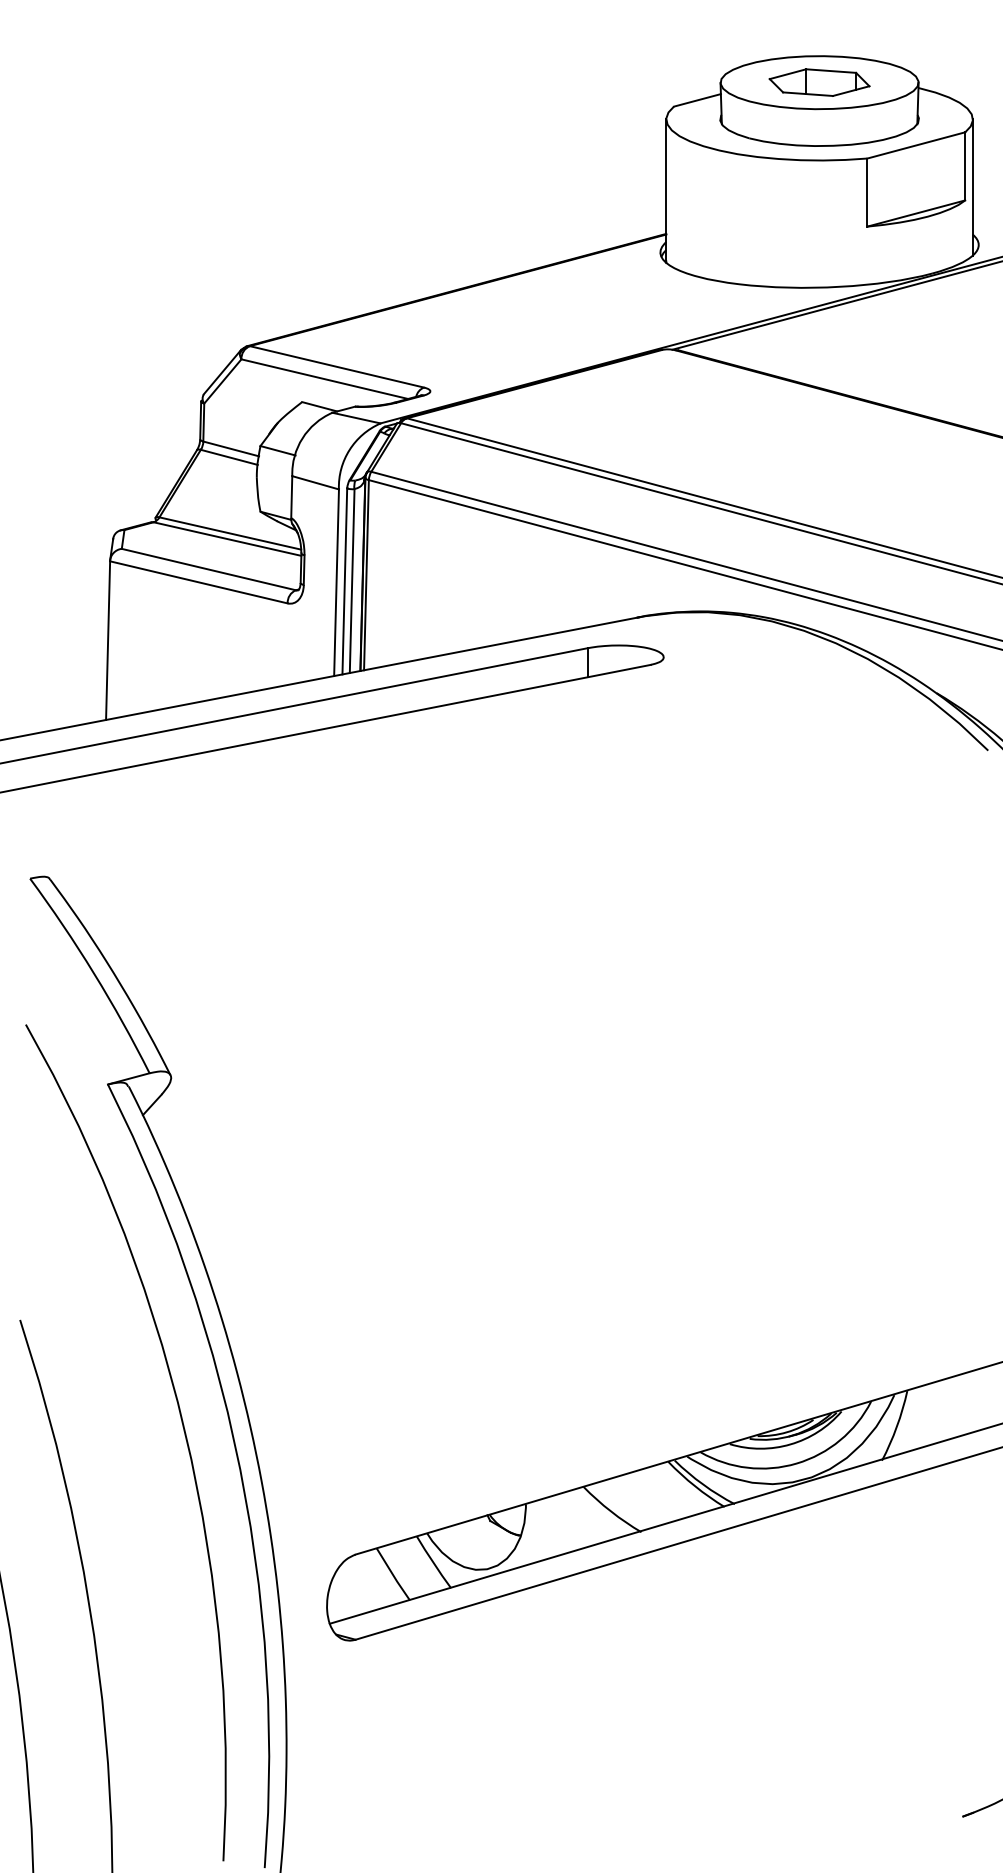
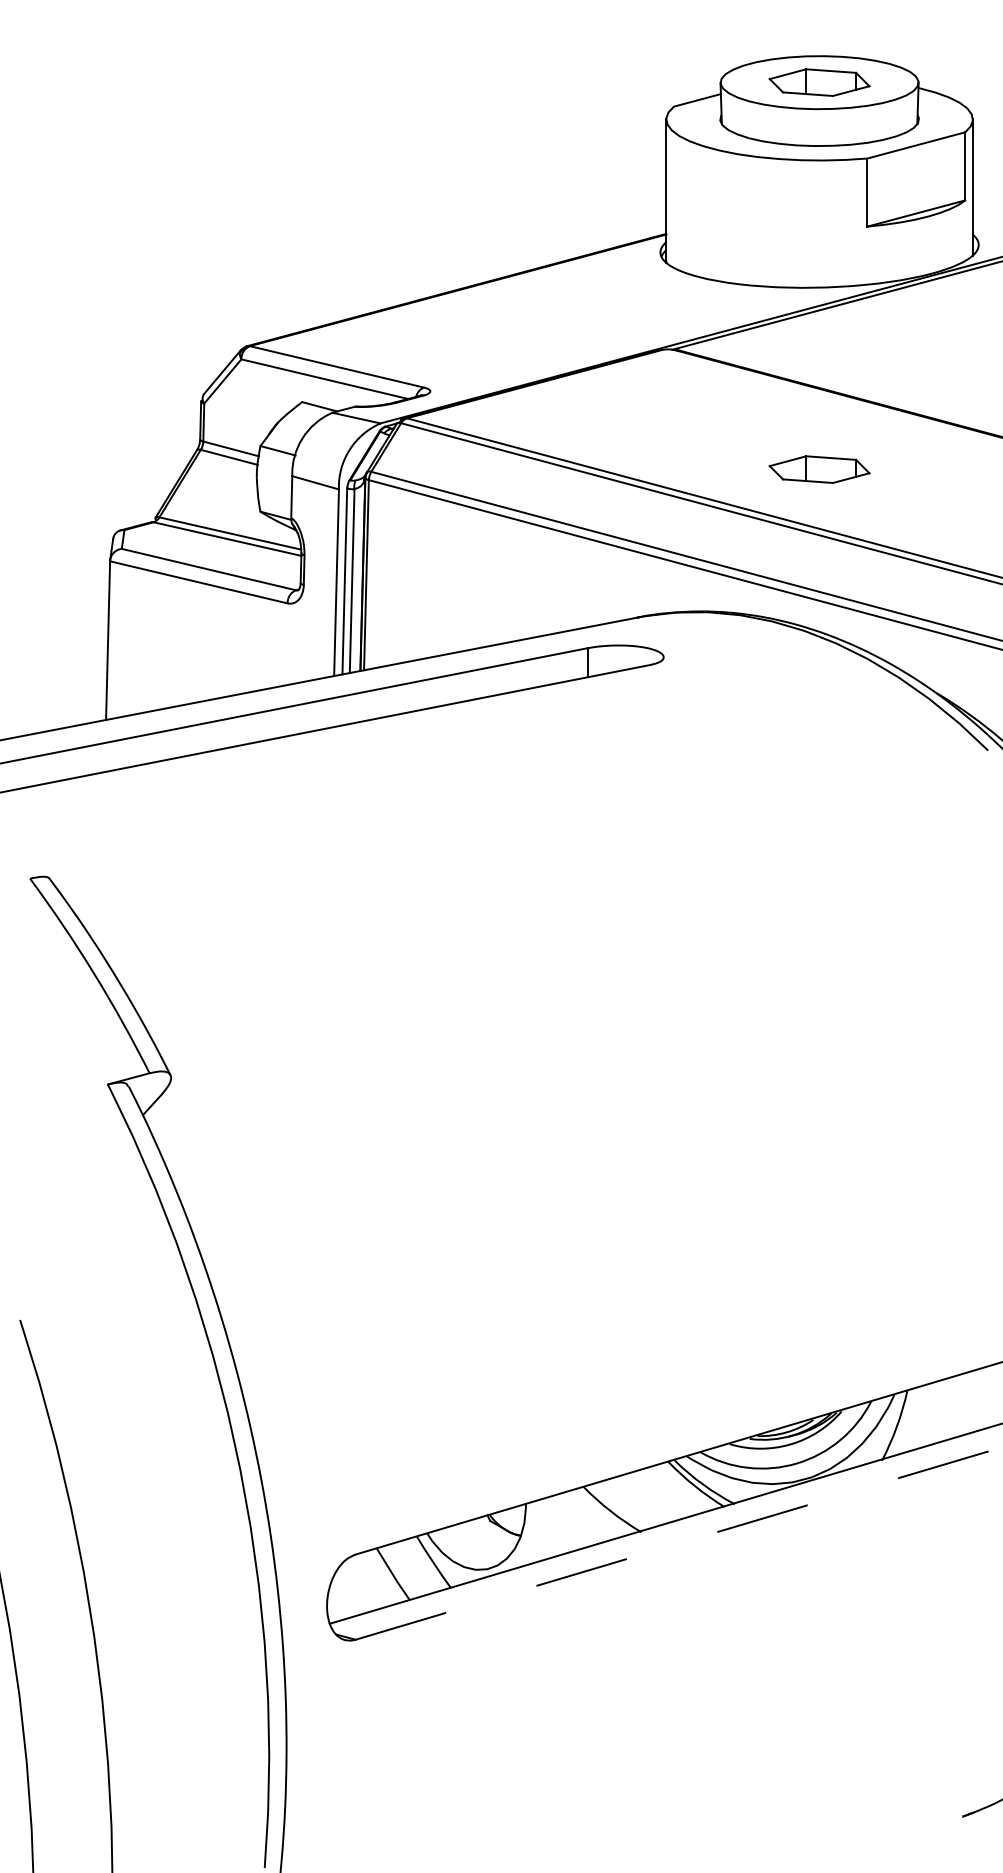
part at (819, 469): none -> present
curve at (182, 1427): present -> none
line at (679, 1543): solid -> dashed
